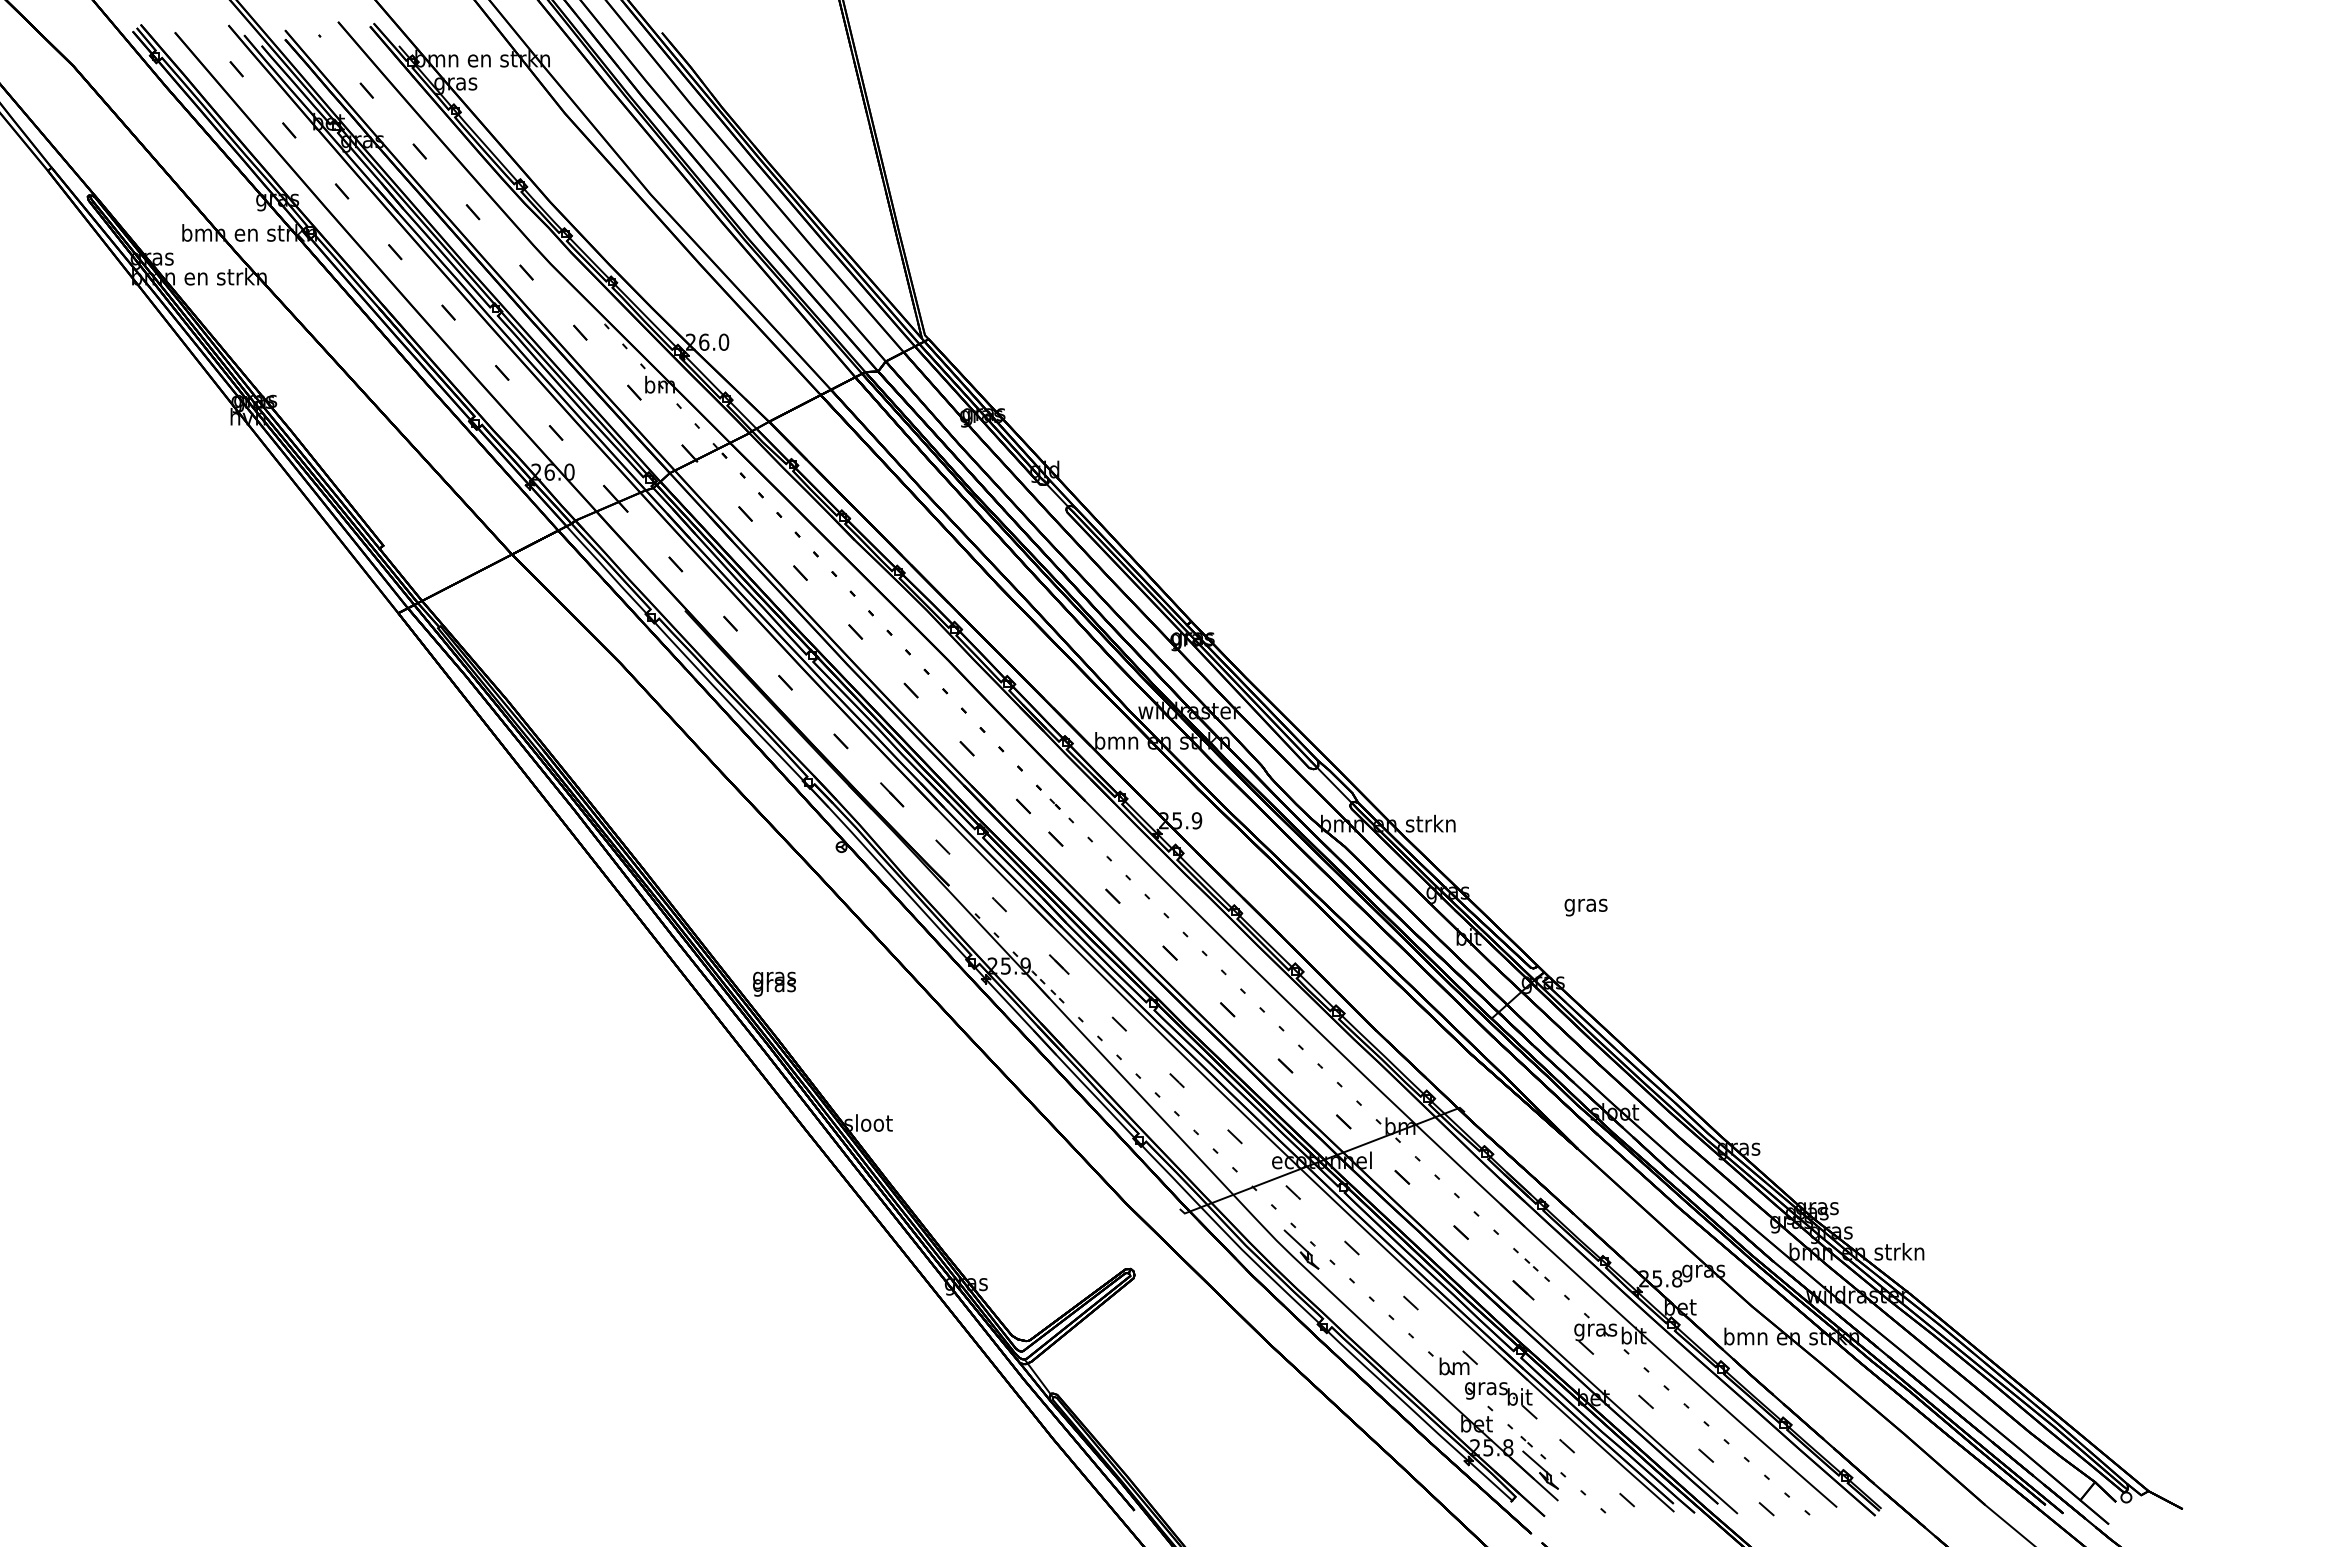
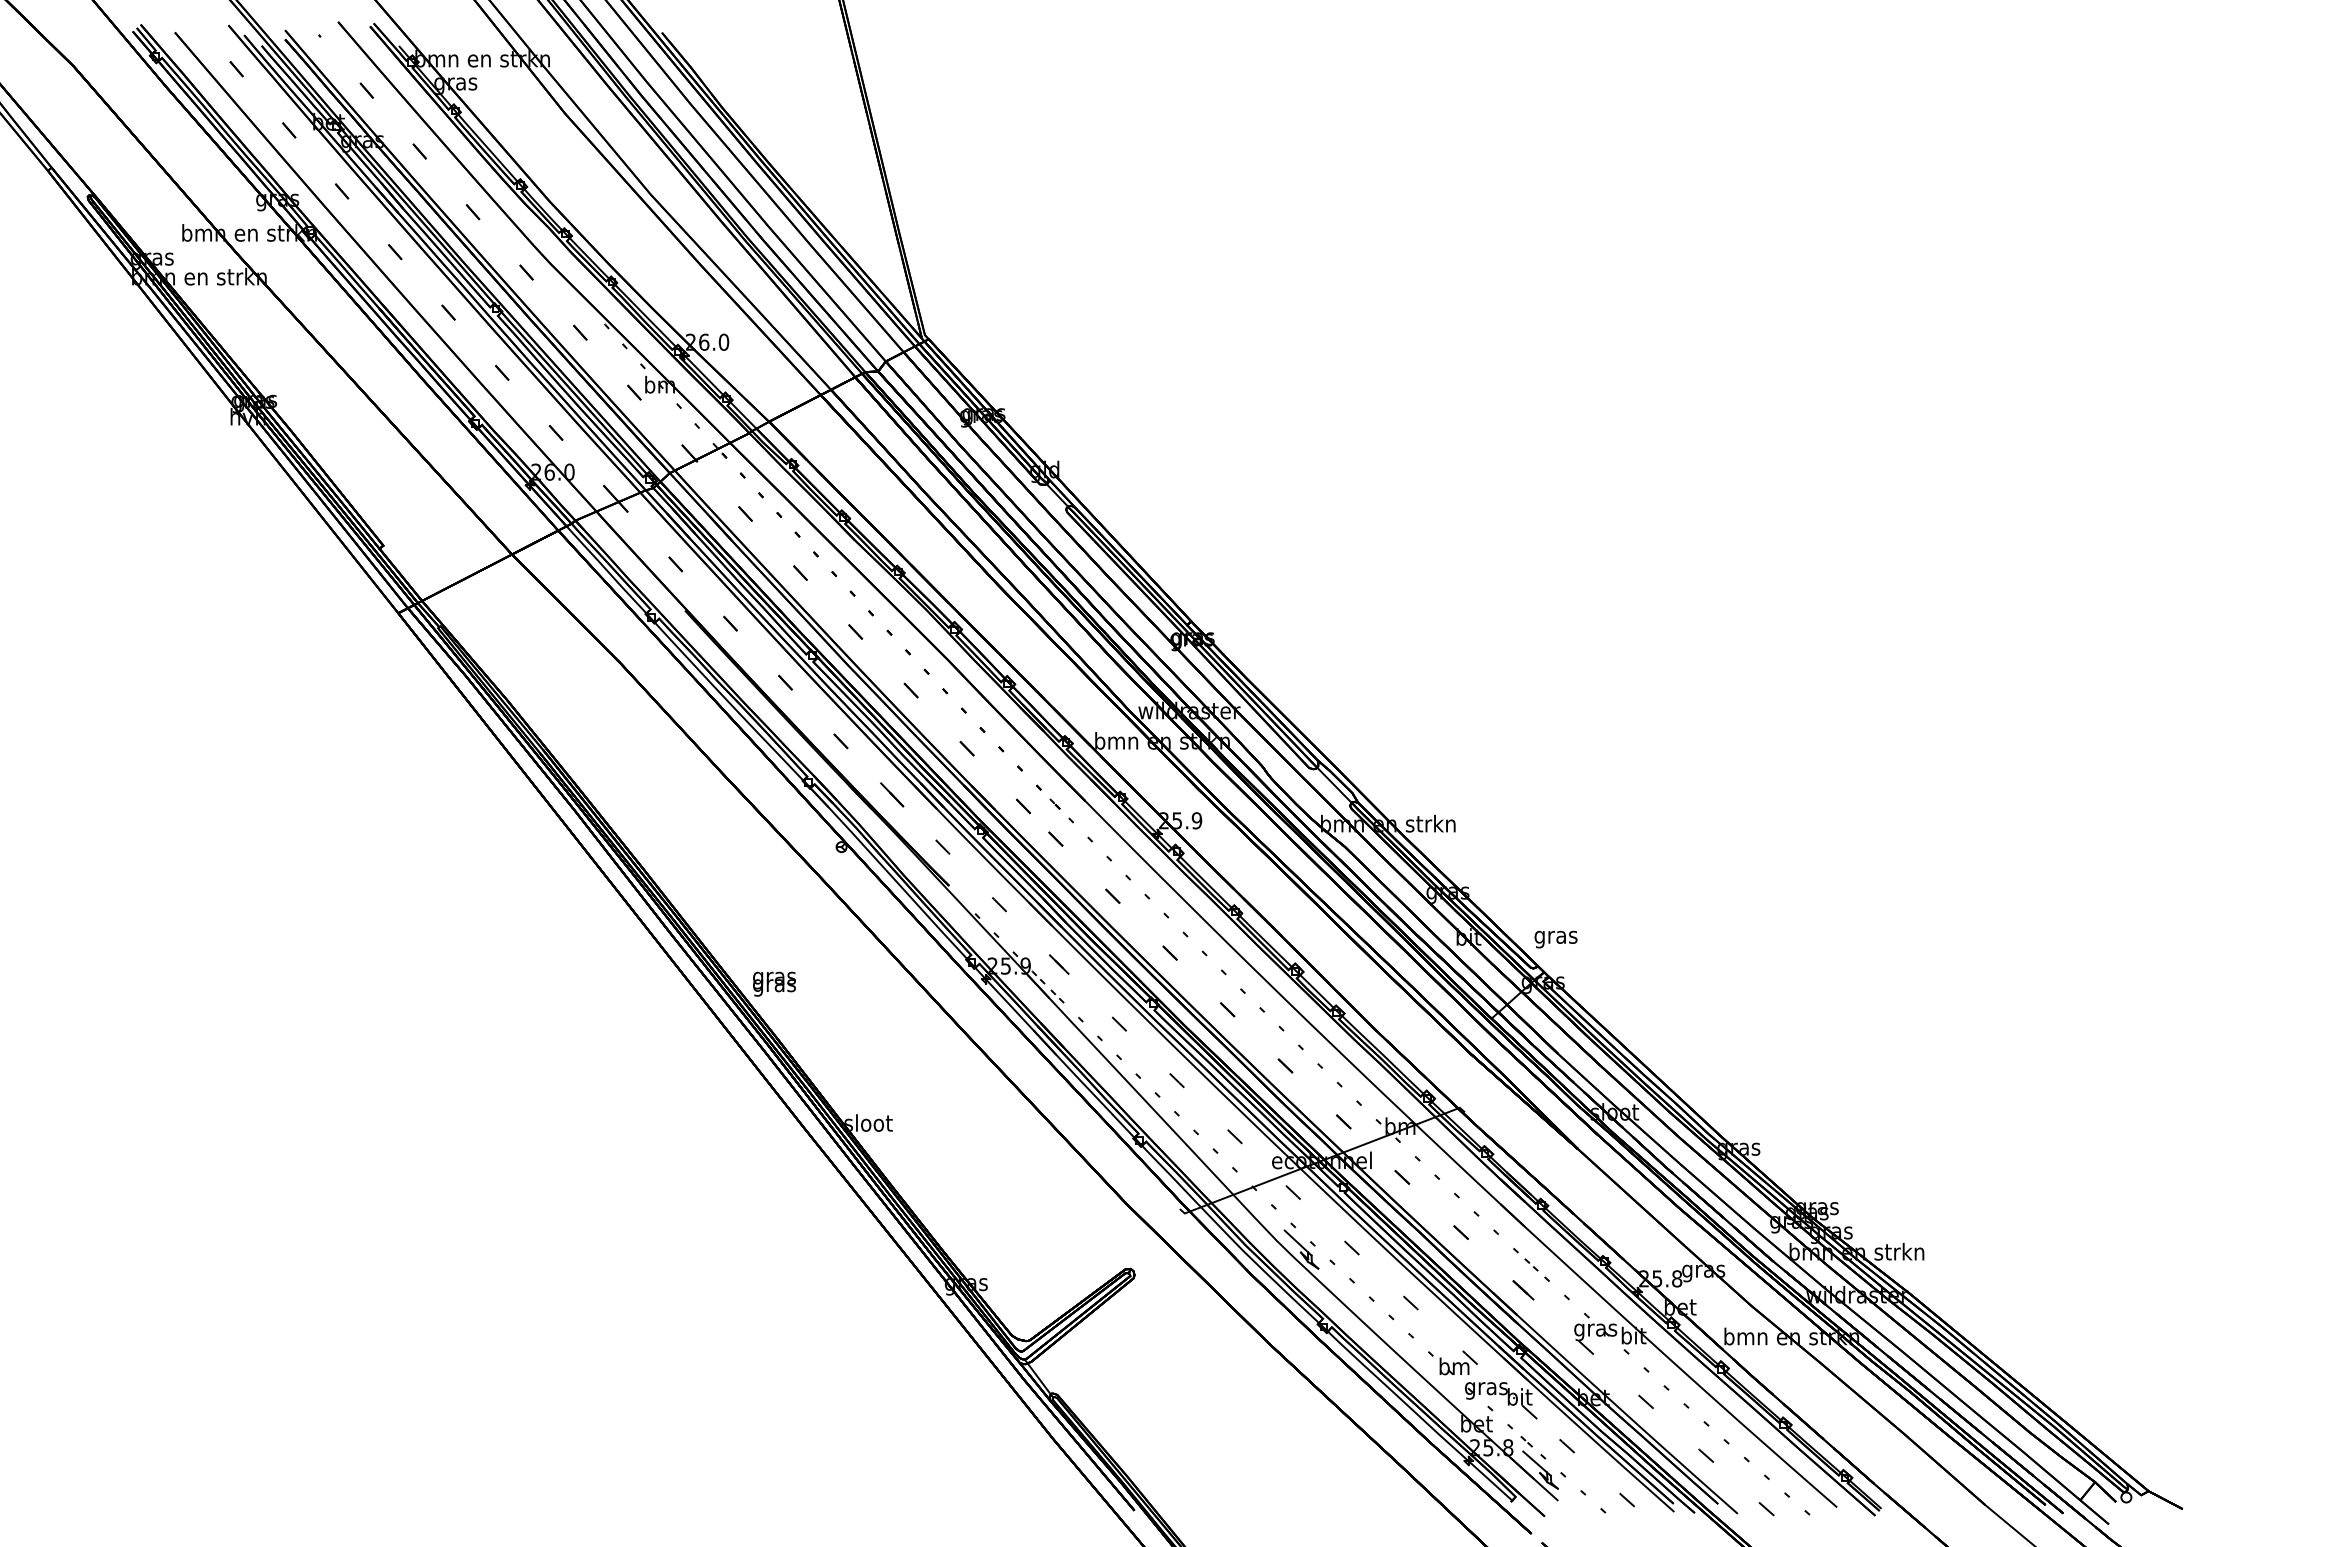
text at (1585, 907) position: (1585, 907) -> (1555, 939)
